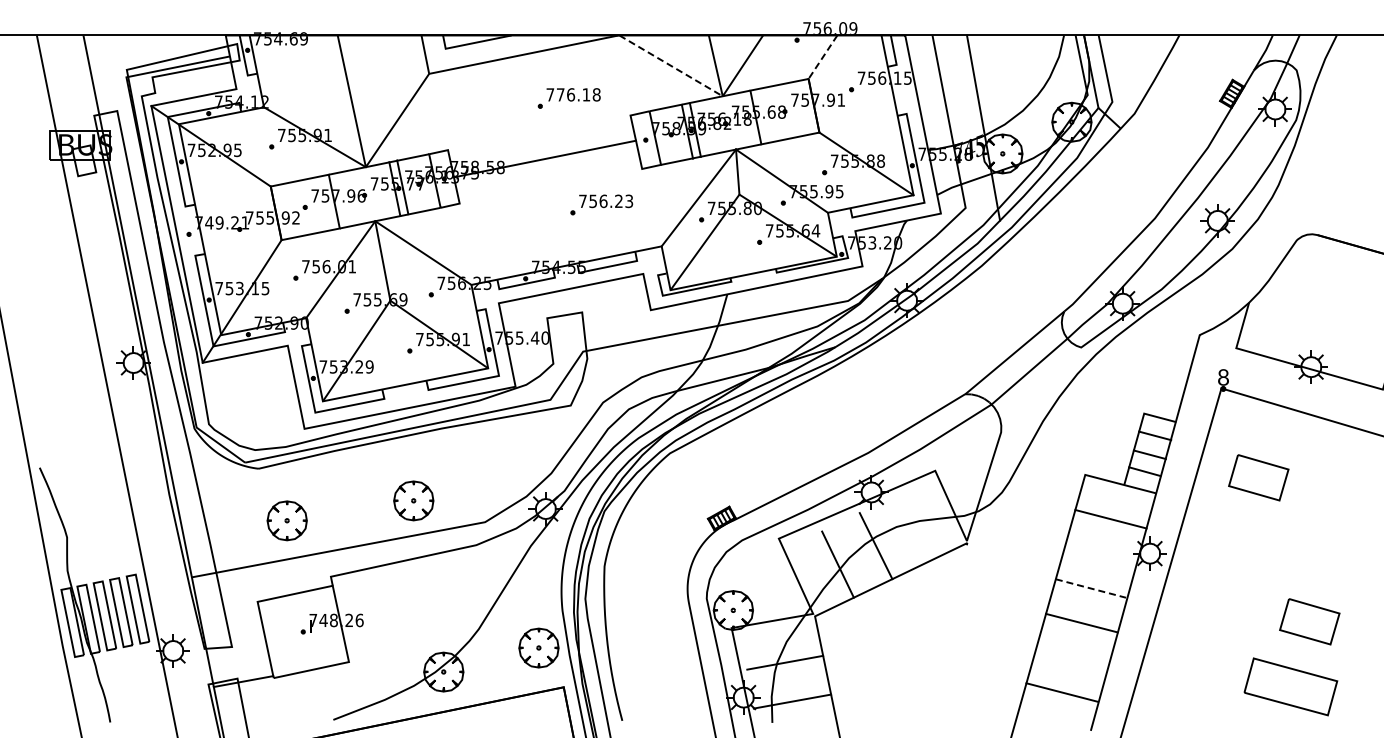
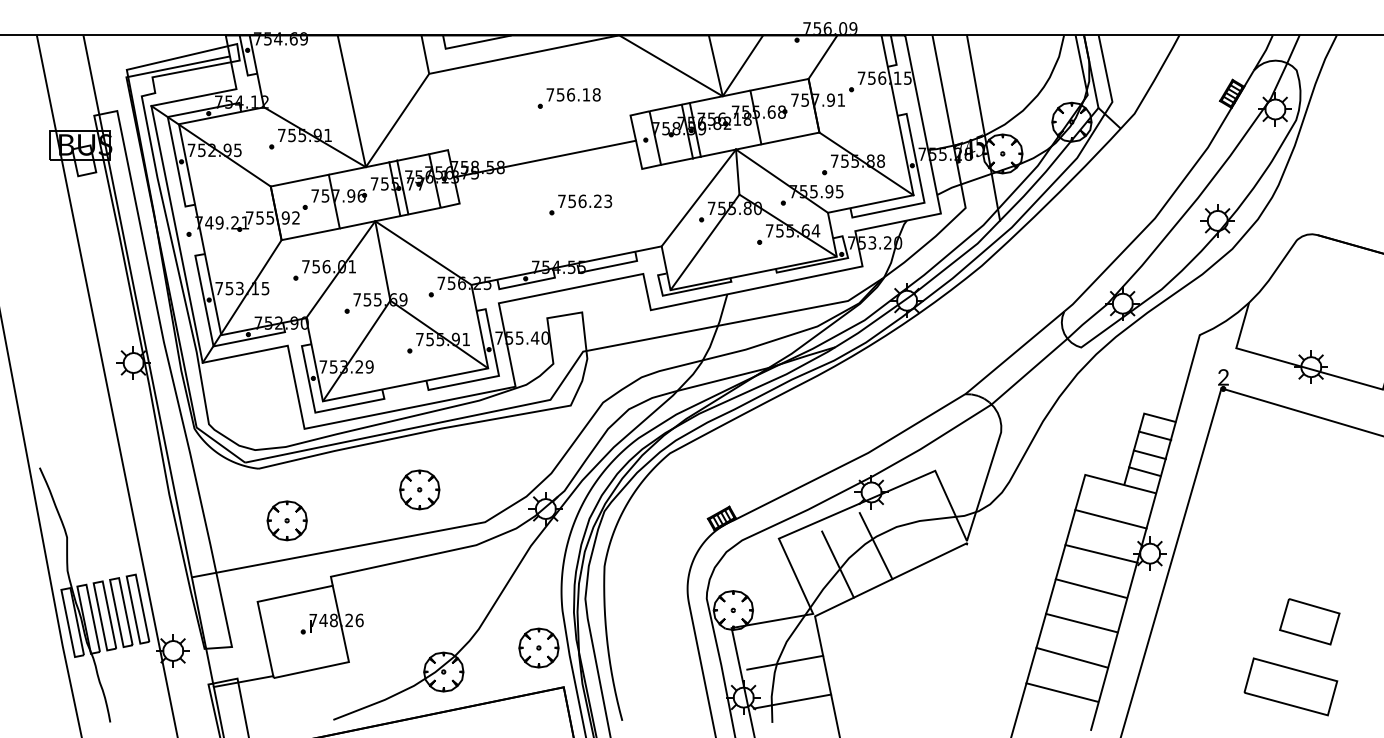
line at (822, 57): dashed -> solid
line at (671, 65): dashed -> solid
text at (560, 94): 776.18 -> 756.18
part at (601, 204) position: (601, 204) -> (580, 204)
text at (1223, 377): 8 -> 2
part at (1258, 477): present -> none
part at (413, 500) position: (413, 500) -> (419, 489)
line at (1101, 553): none -> present
line at (1091, 588): dashed -> solid
line at (1071, 657): none -> present
